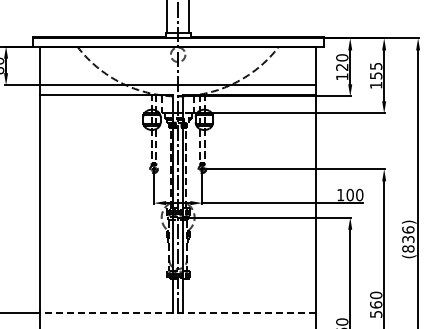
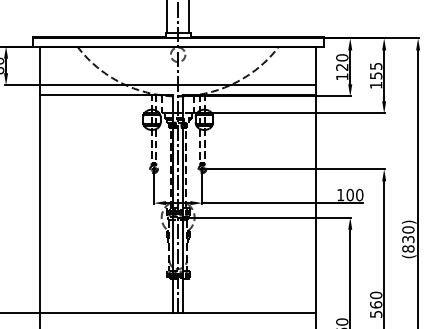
text at (408, 229): (836) -> (830)
line at (177, 313): dashed -> solid
